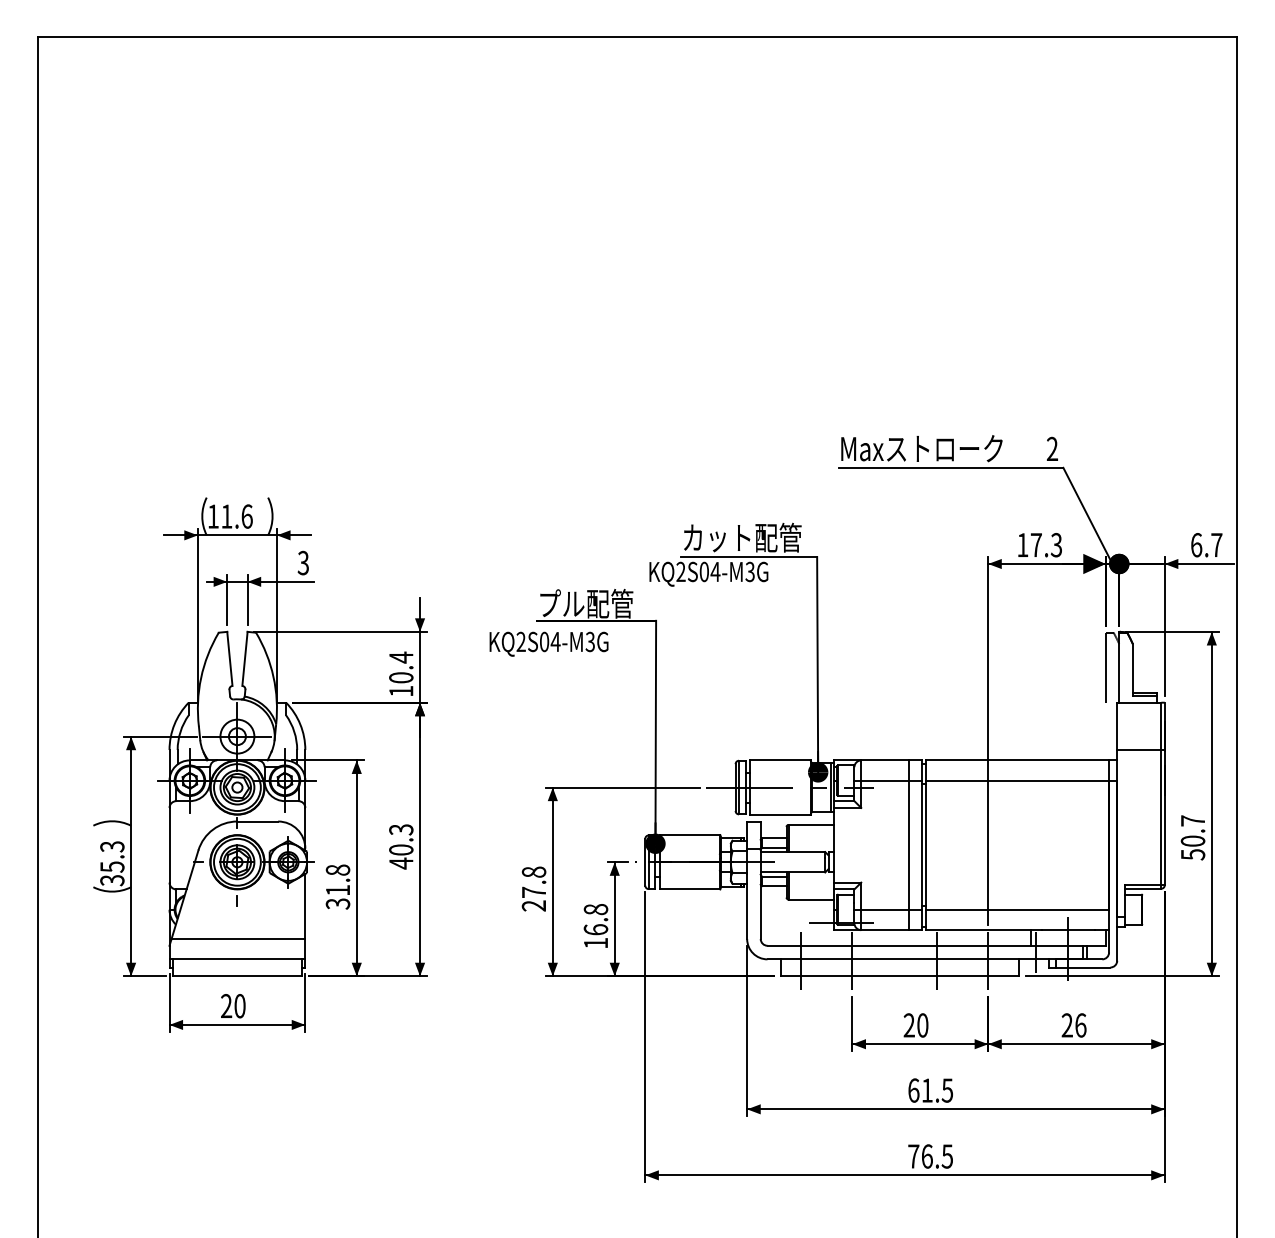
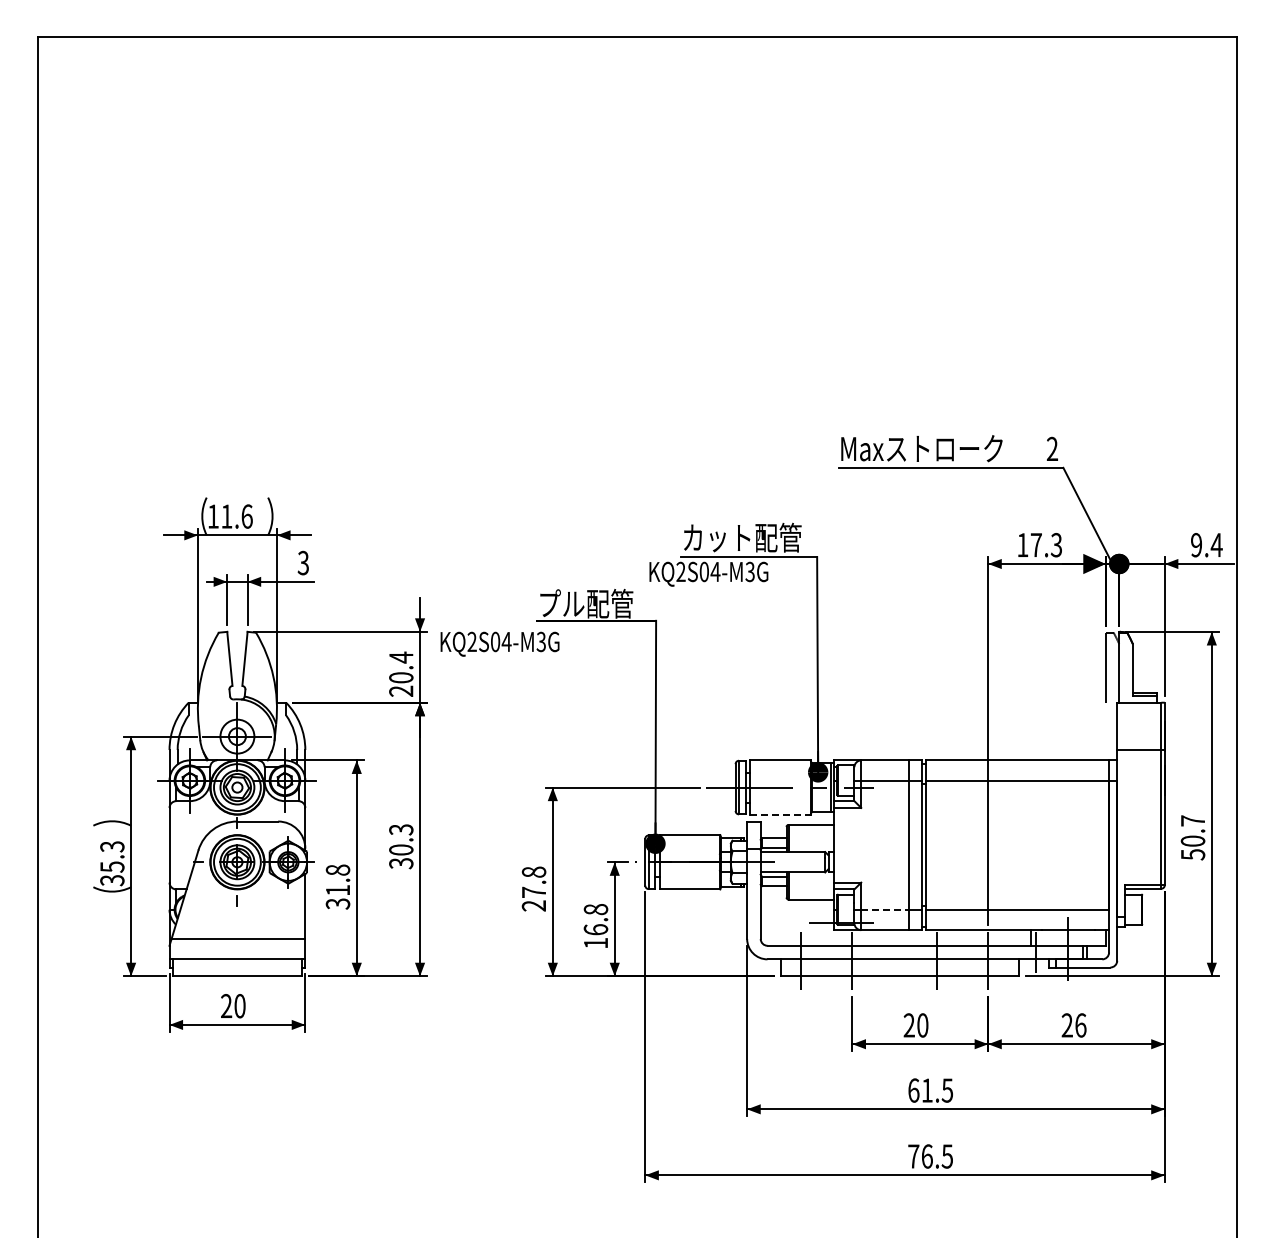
text at (1206, 545): 6.7 -> 9.4
text at (548, 643) position: (548, 643) -> (499, 643)
text at (401, 690): 10.4 -> 20.4
line at (780, 814): solid -> dashed
text at (401, 863): 40.3 -> 30.3
line at (885, 909): solid -> dashed
